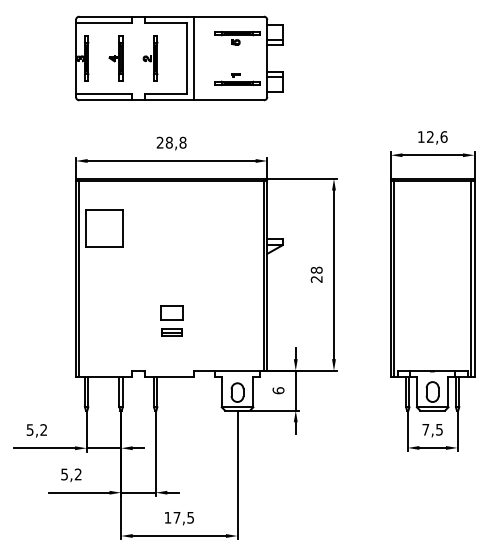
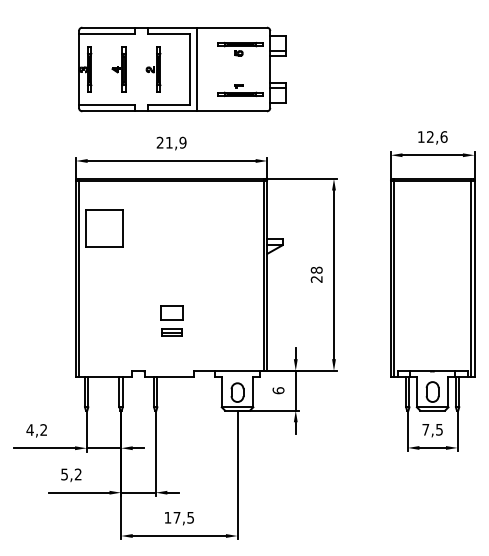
part at (179, 58) position: (179, 58) -> (182, 69)
text at (175, 142): 28,8 -> 21,9
text at (29, 429): 5,2 -> 4,2
